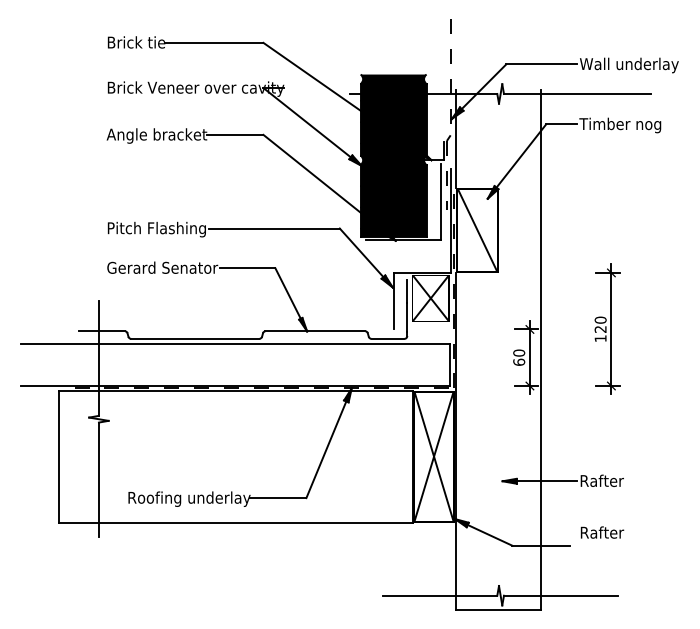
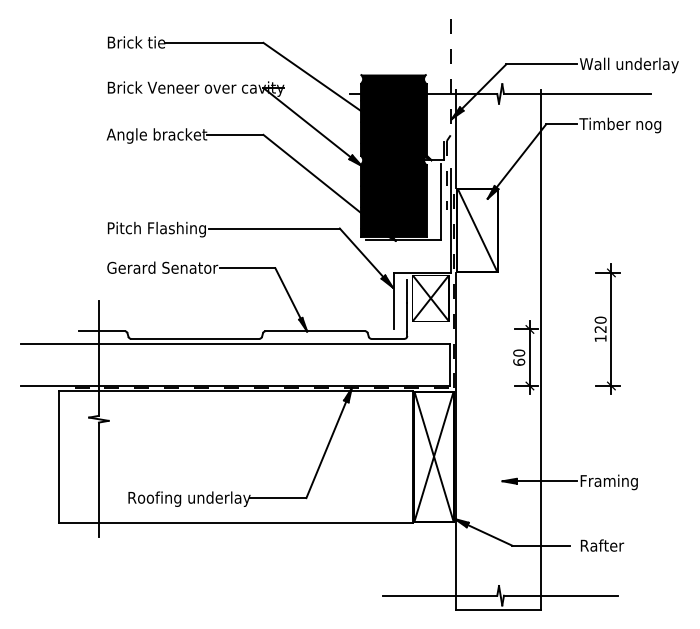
text at (609, 482): Rafter -> Framing
text at (602, 532) position: (602, 532) -> (602, 545)
